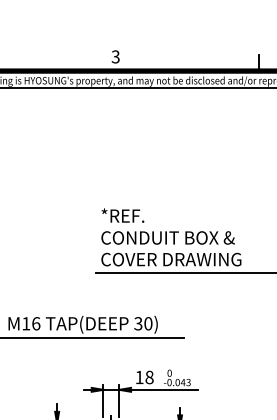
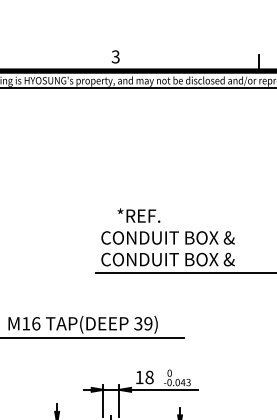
text at (122, 215) position: (122, 215) -> (138, 215)
text at (183, 259): COVER DRAWING -> CONDUIT BOX &
text at (148, 323): 30) -> 39)
